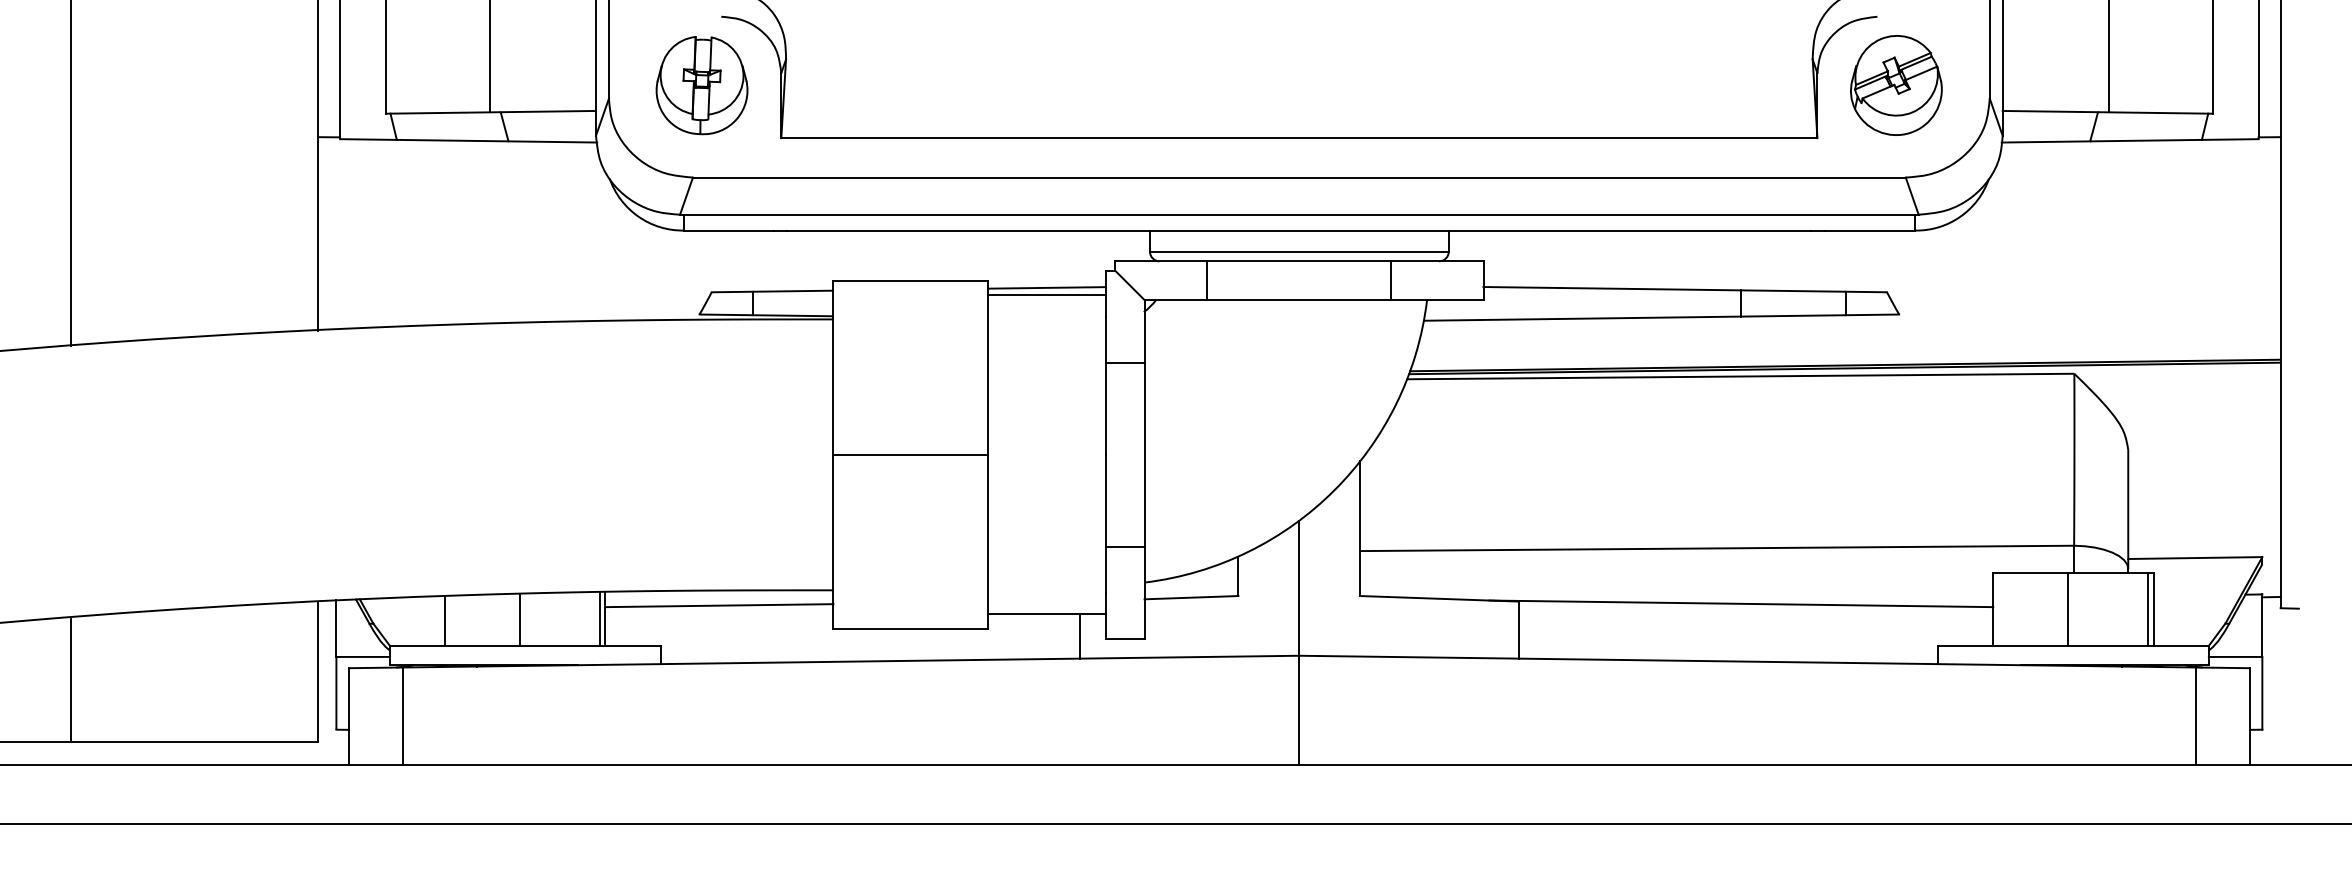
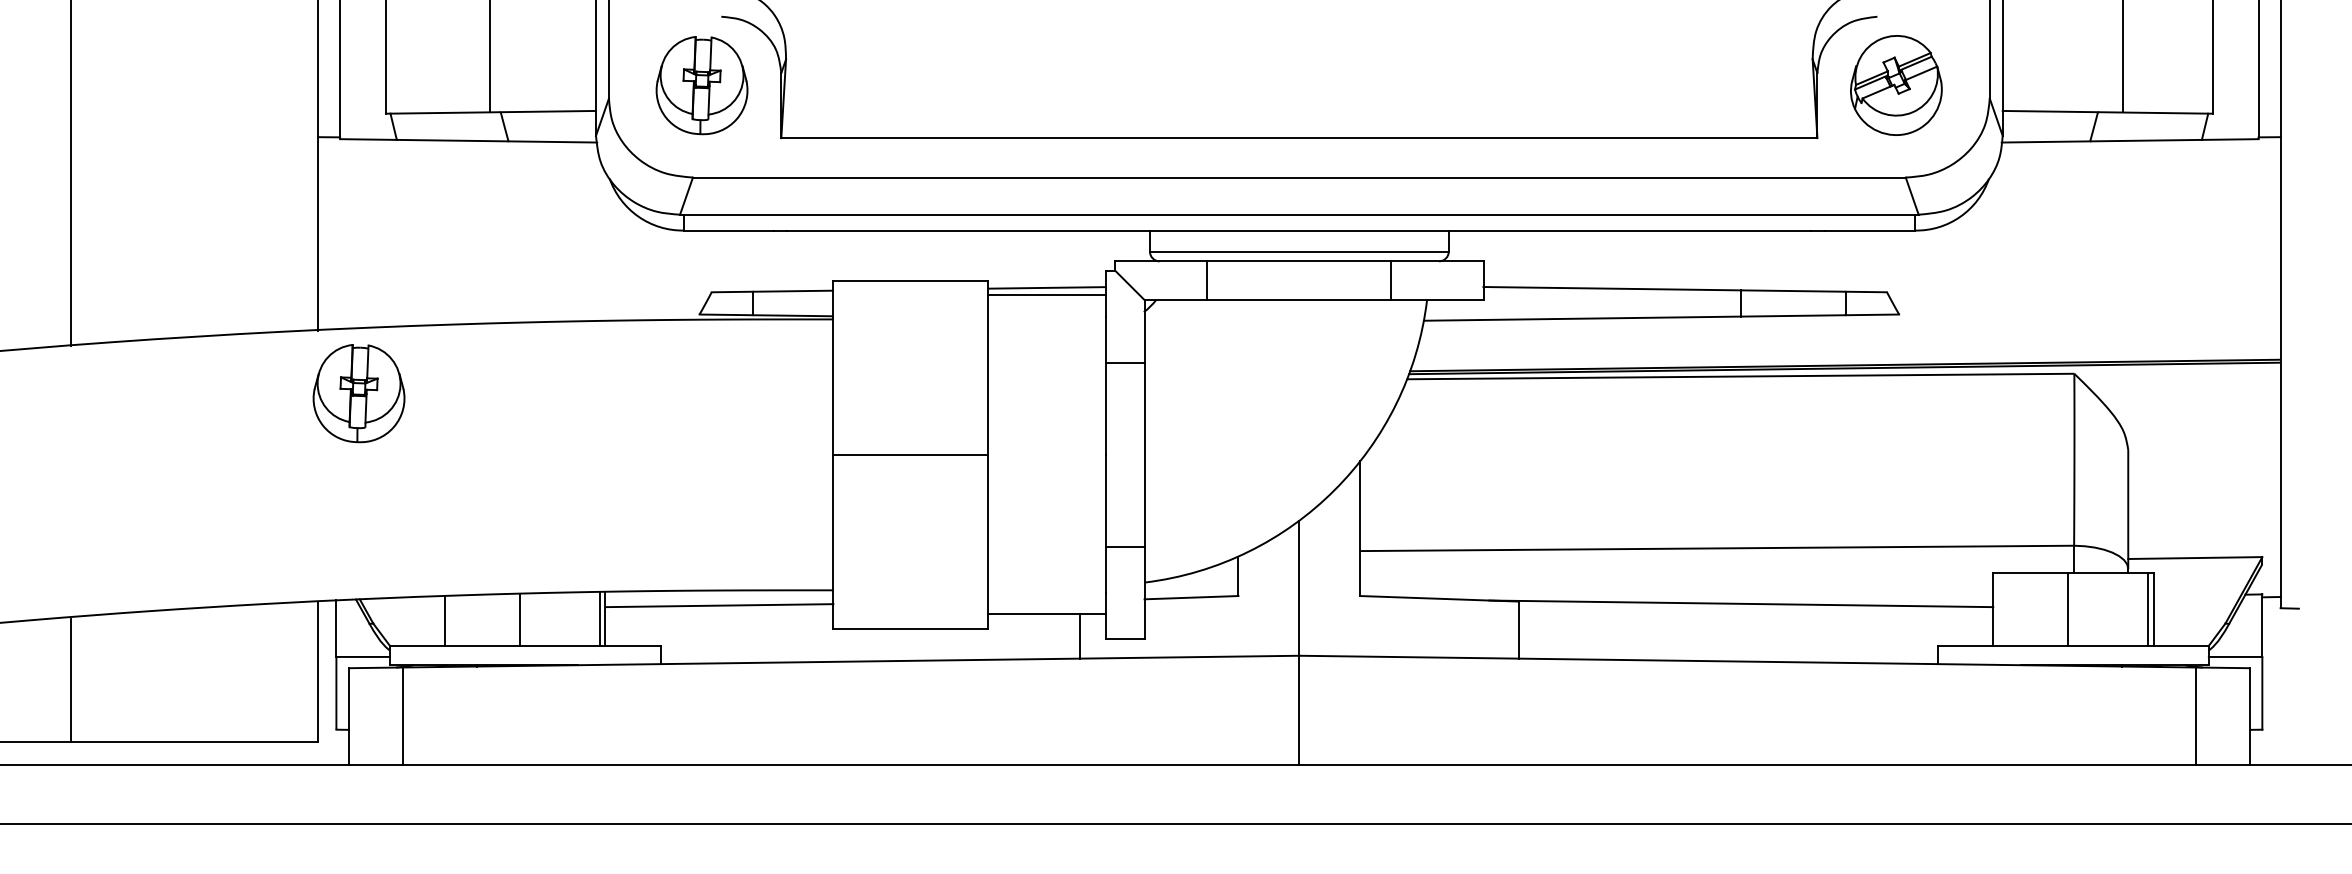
line at (2108, 57) position: (2108, 57) -> (2122, 57)
part at (358, 393): none -> present
